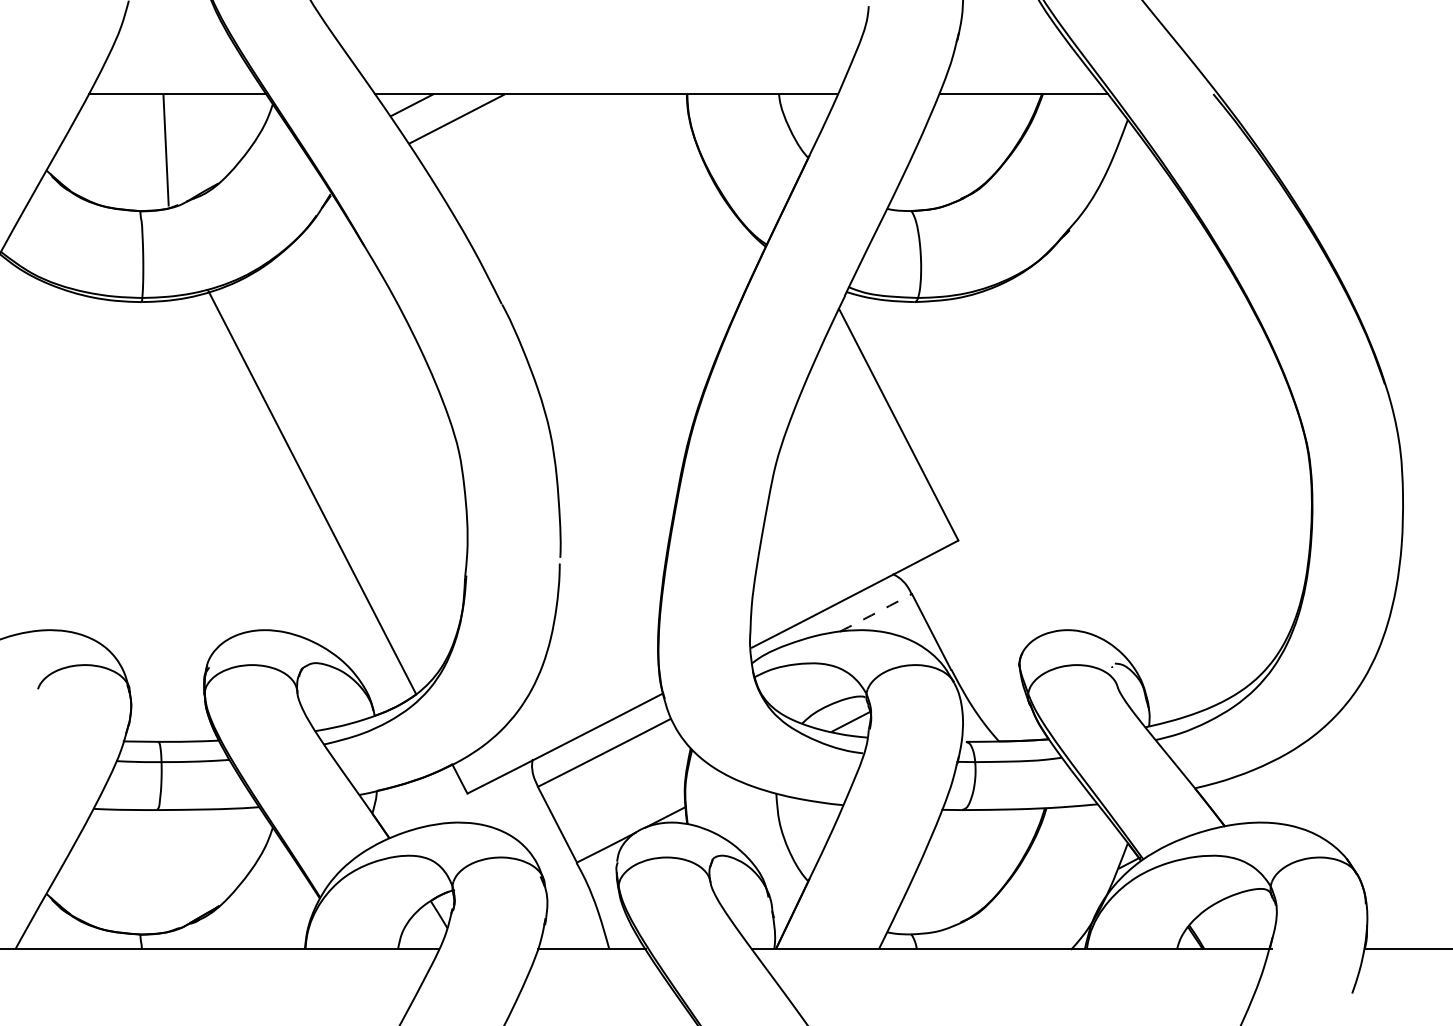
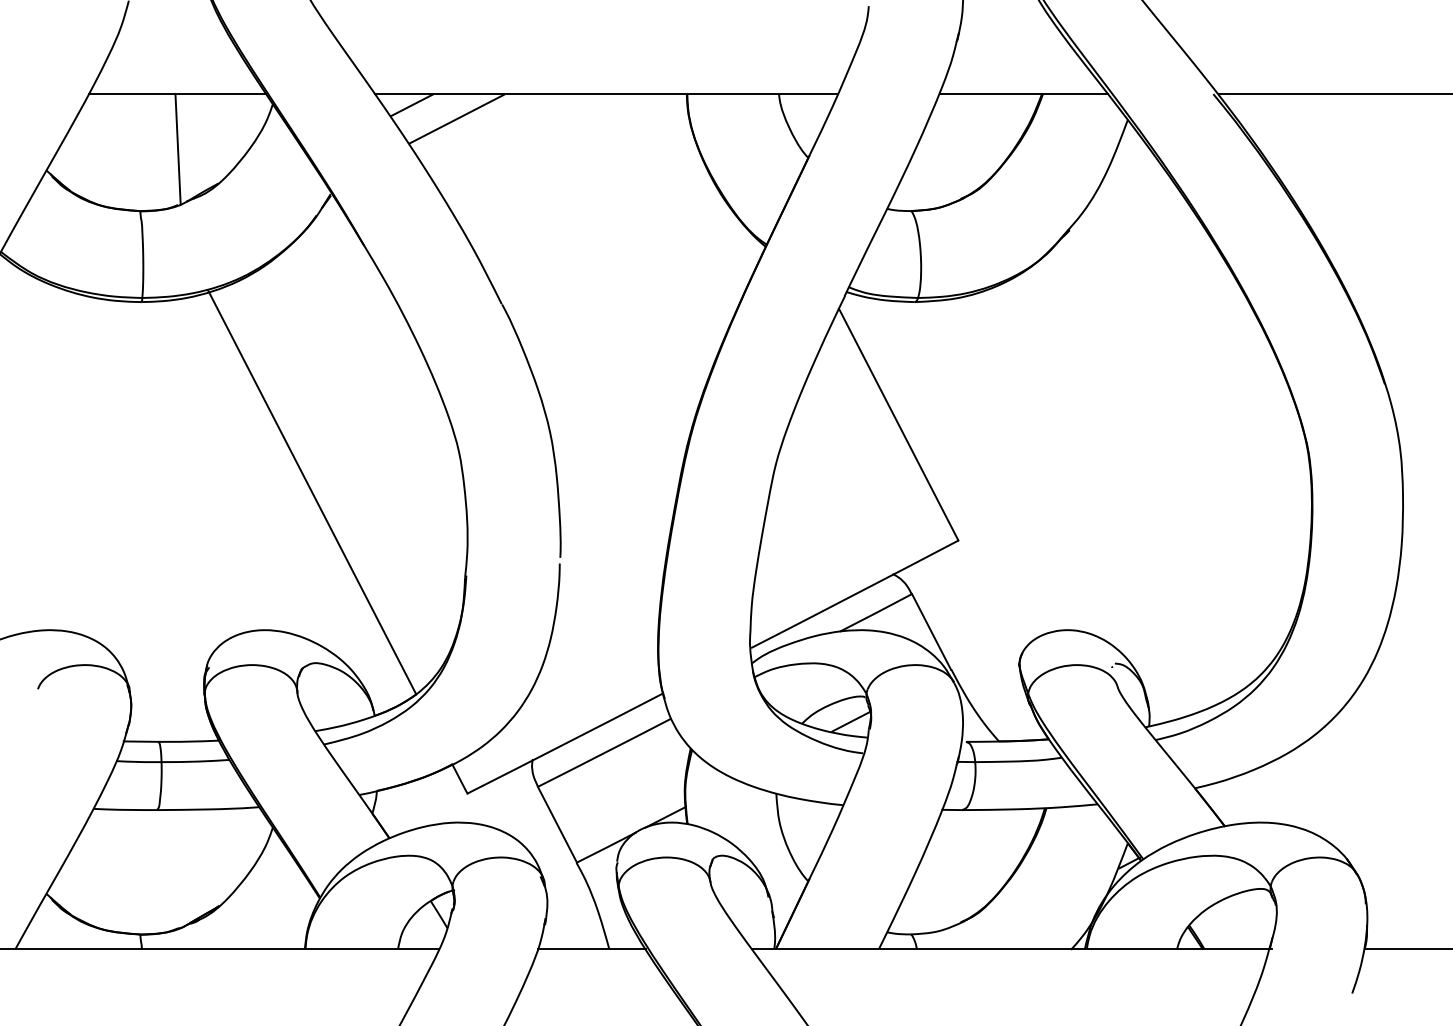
line at (1333, 94): none -> present
line at (165, 150) position: (165, 150) -> (177, 149)
arc at (876, 613): dashed -> solid
